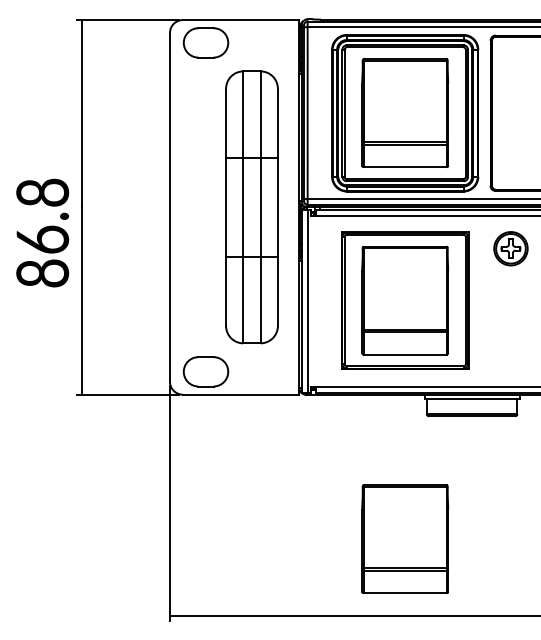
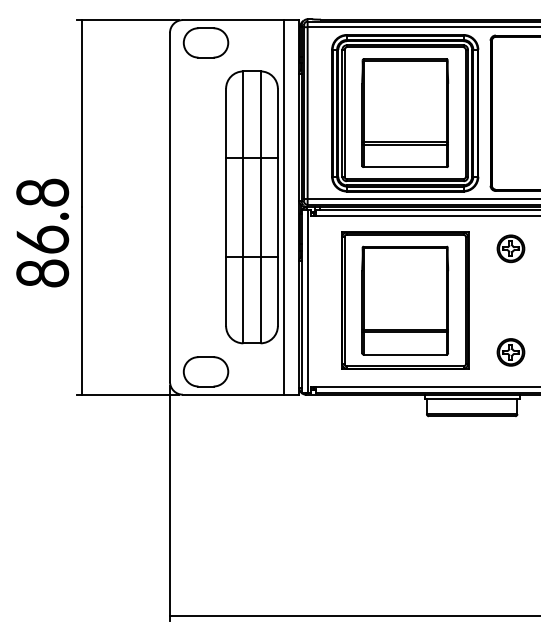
line at (283, 207): none -> present
part at (510, 248) size: 36x36 px -> 30x30 px
part at (510, 352): none -> present
part at (405, 538): present -> none
